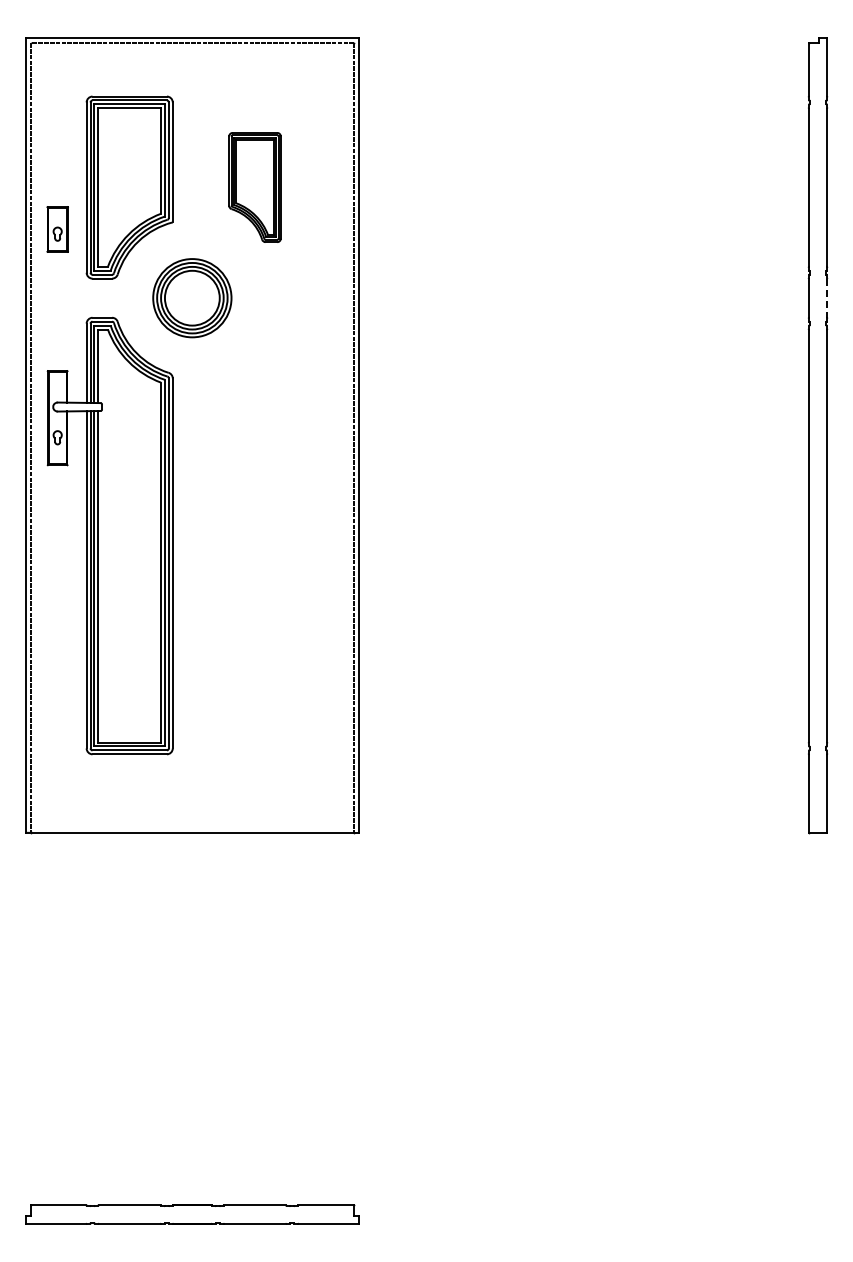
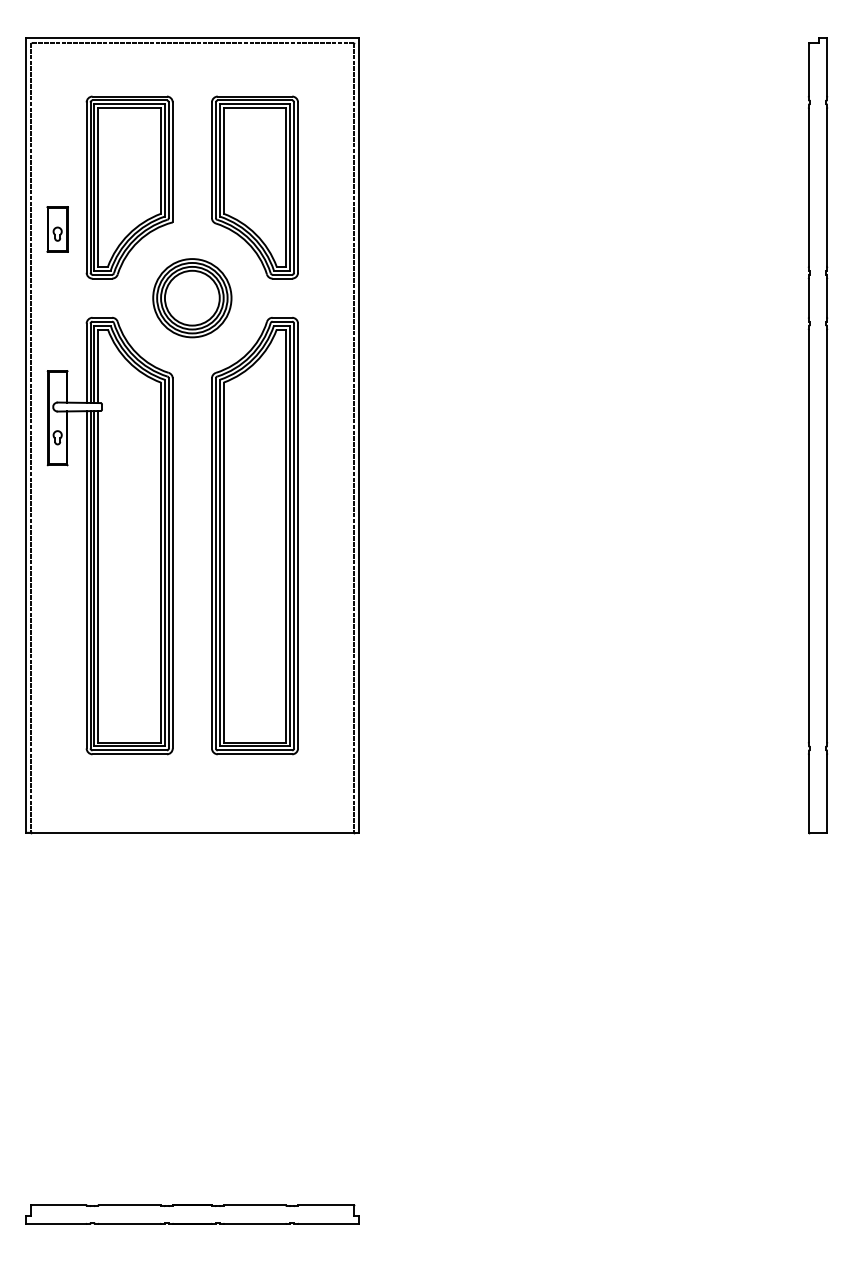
part at (254, 187) size: 54x111 px -> 88x185 px
line at (827, 298): dashed -> solid
part at (254, 536): none -> present
